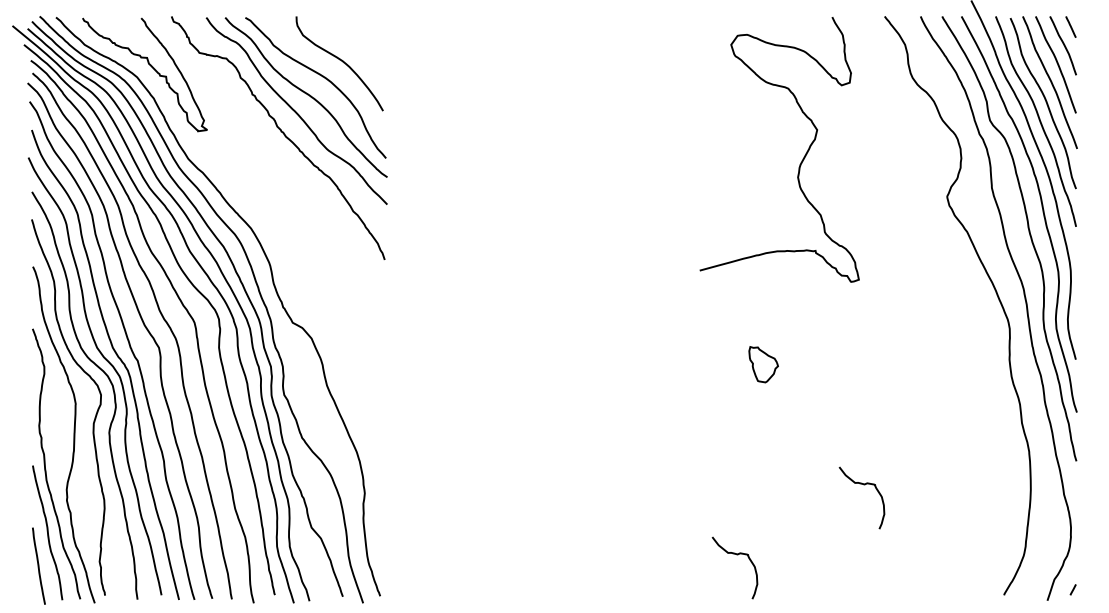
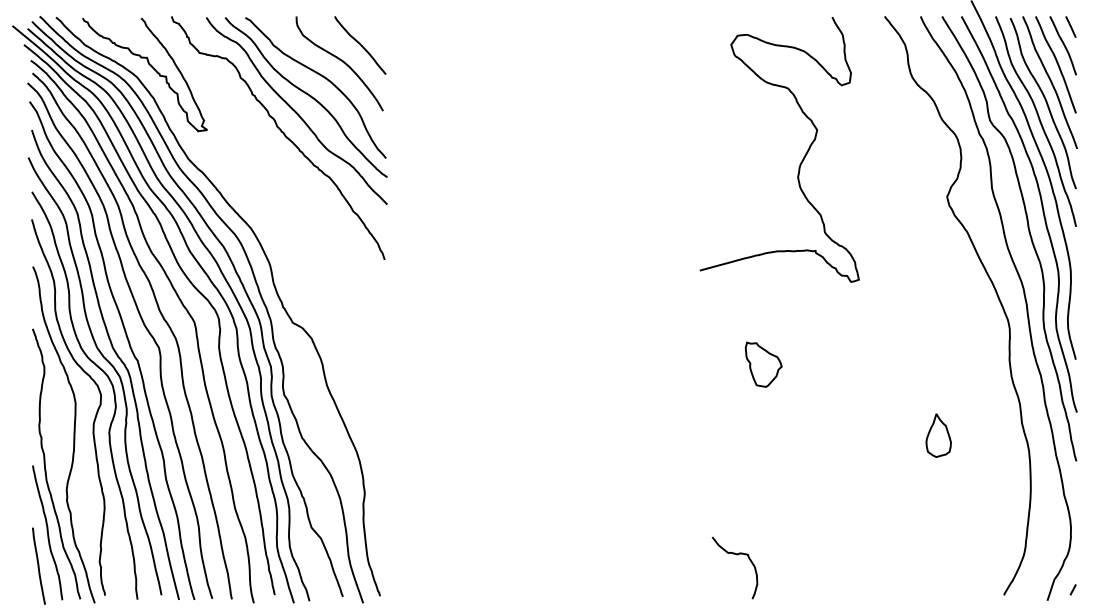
curve at (360, 45): none -> present
part at (763, 364) size: 31x38 px -> 39x47 px
part at (938, 435): none -> present
curve at (863, 485): present -> none
